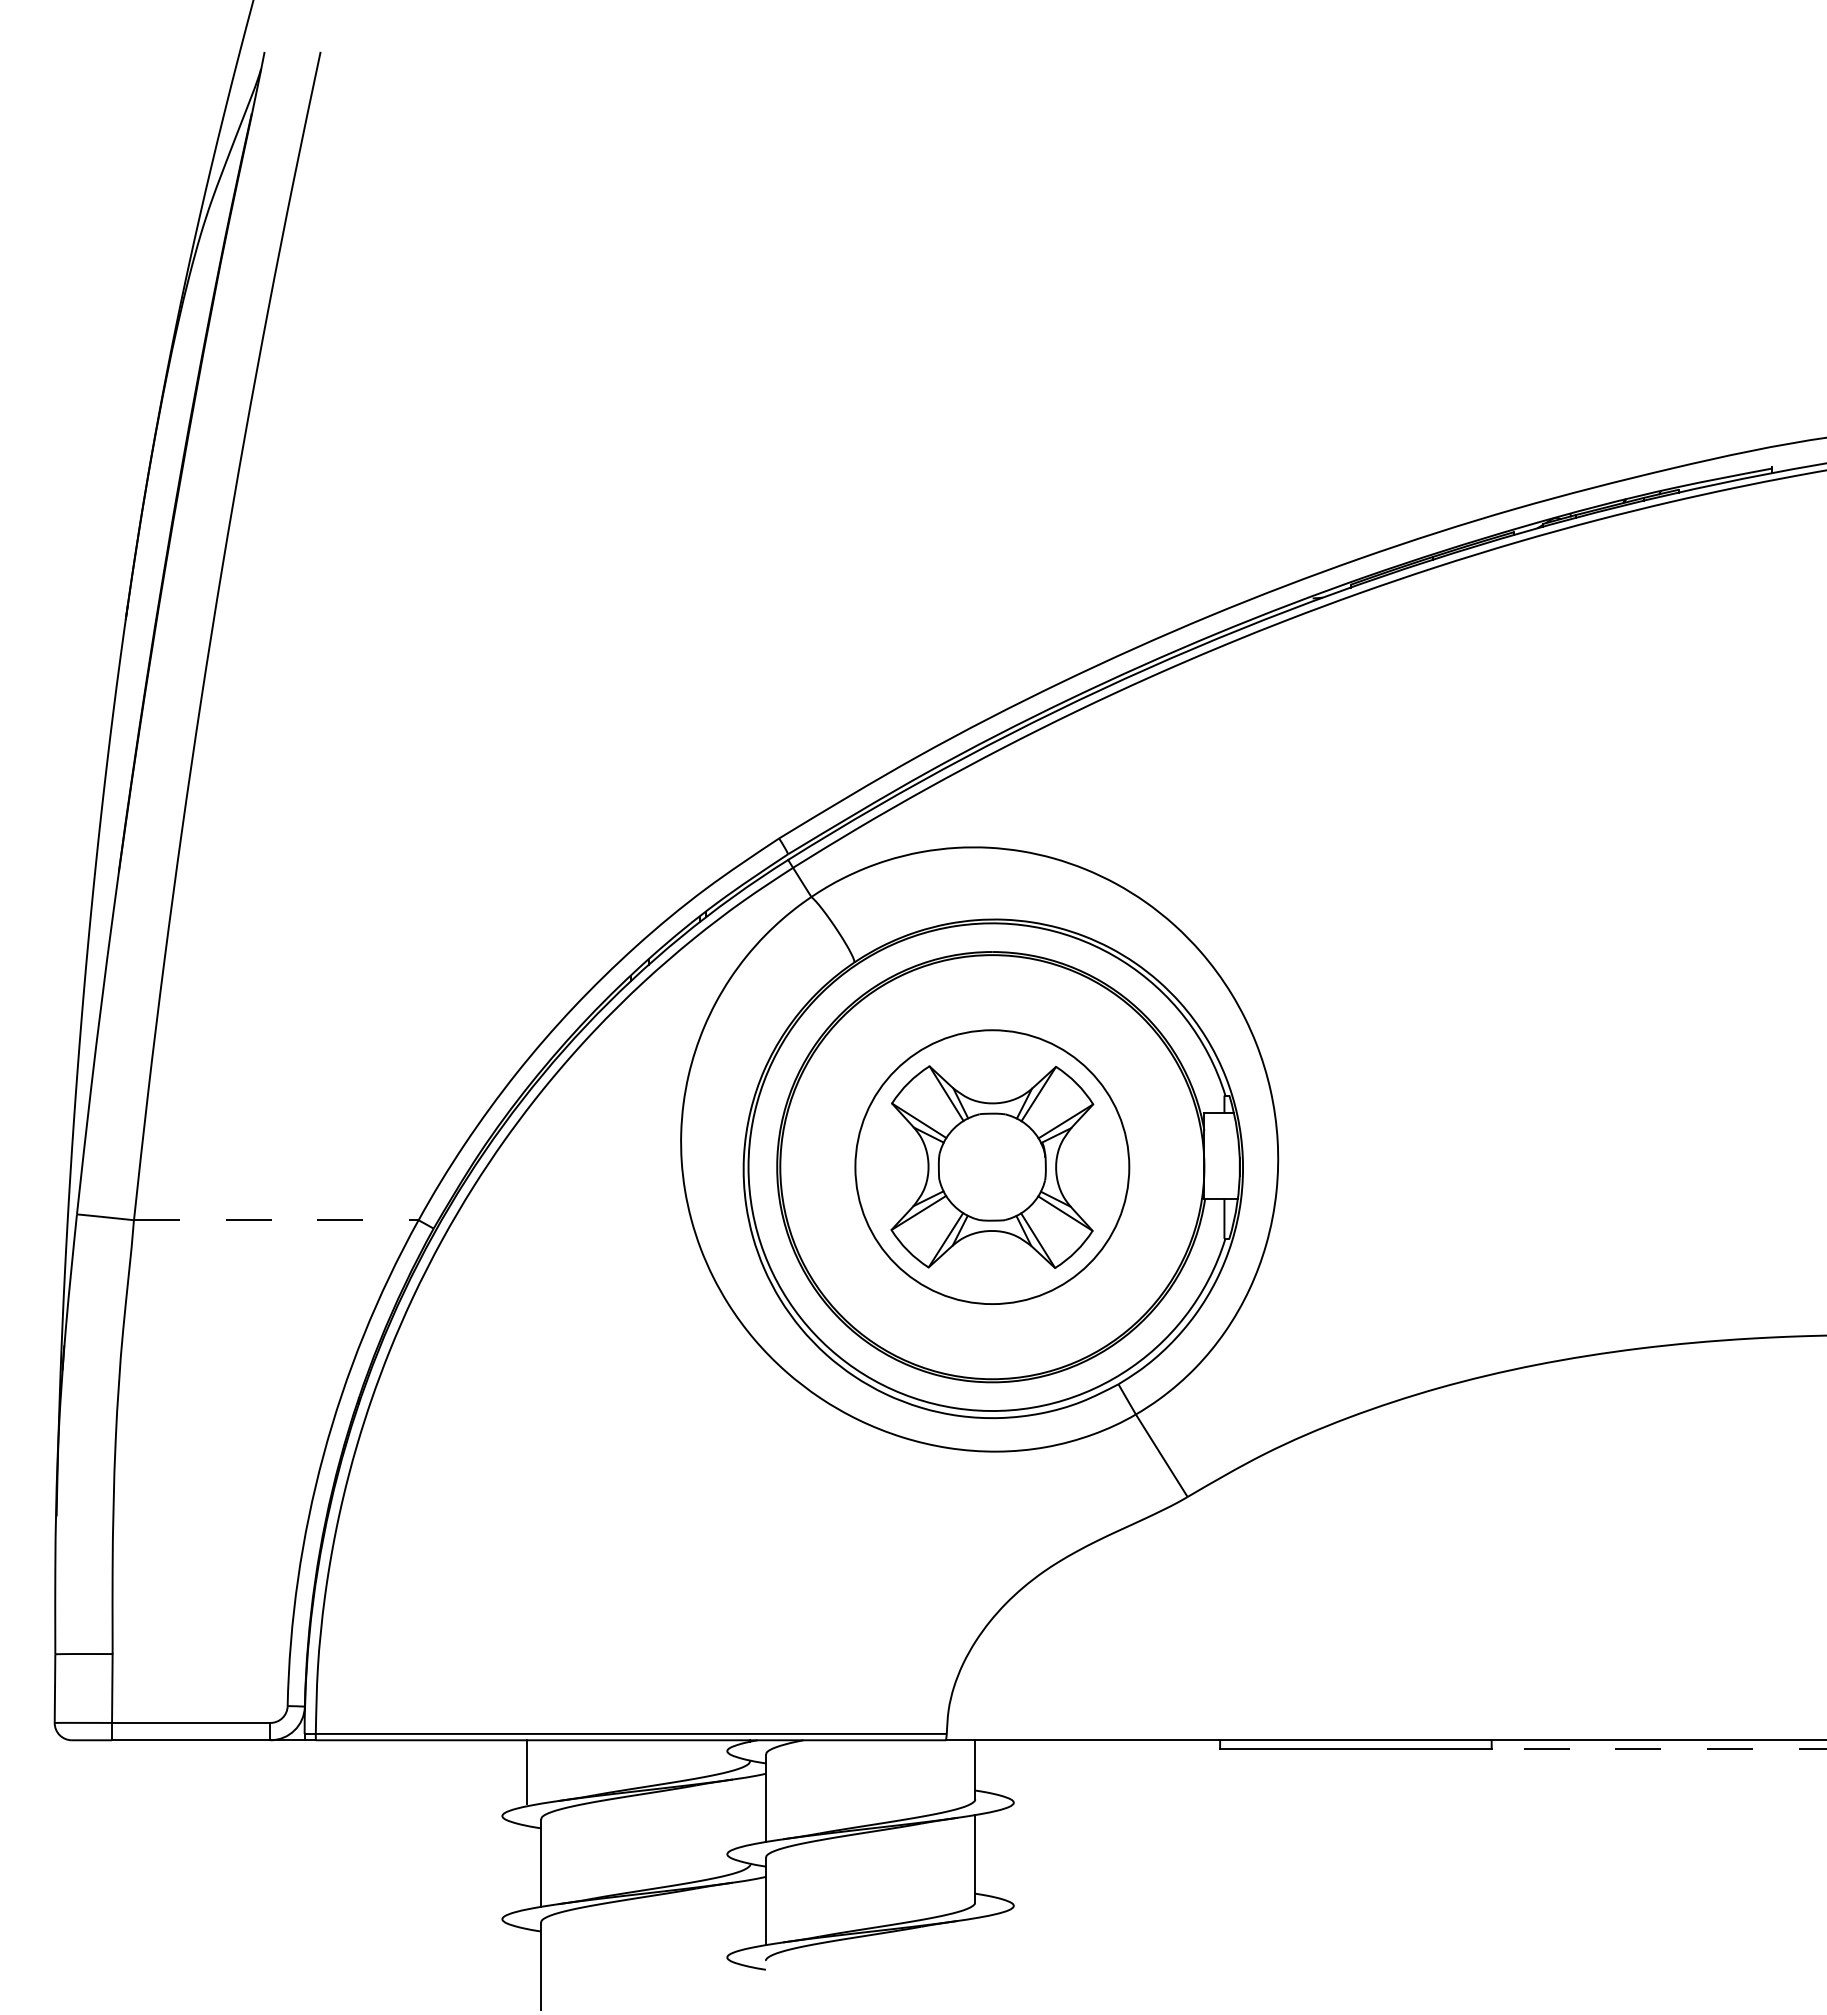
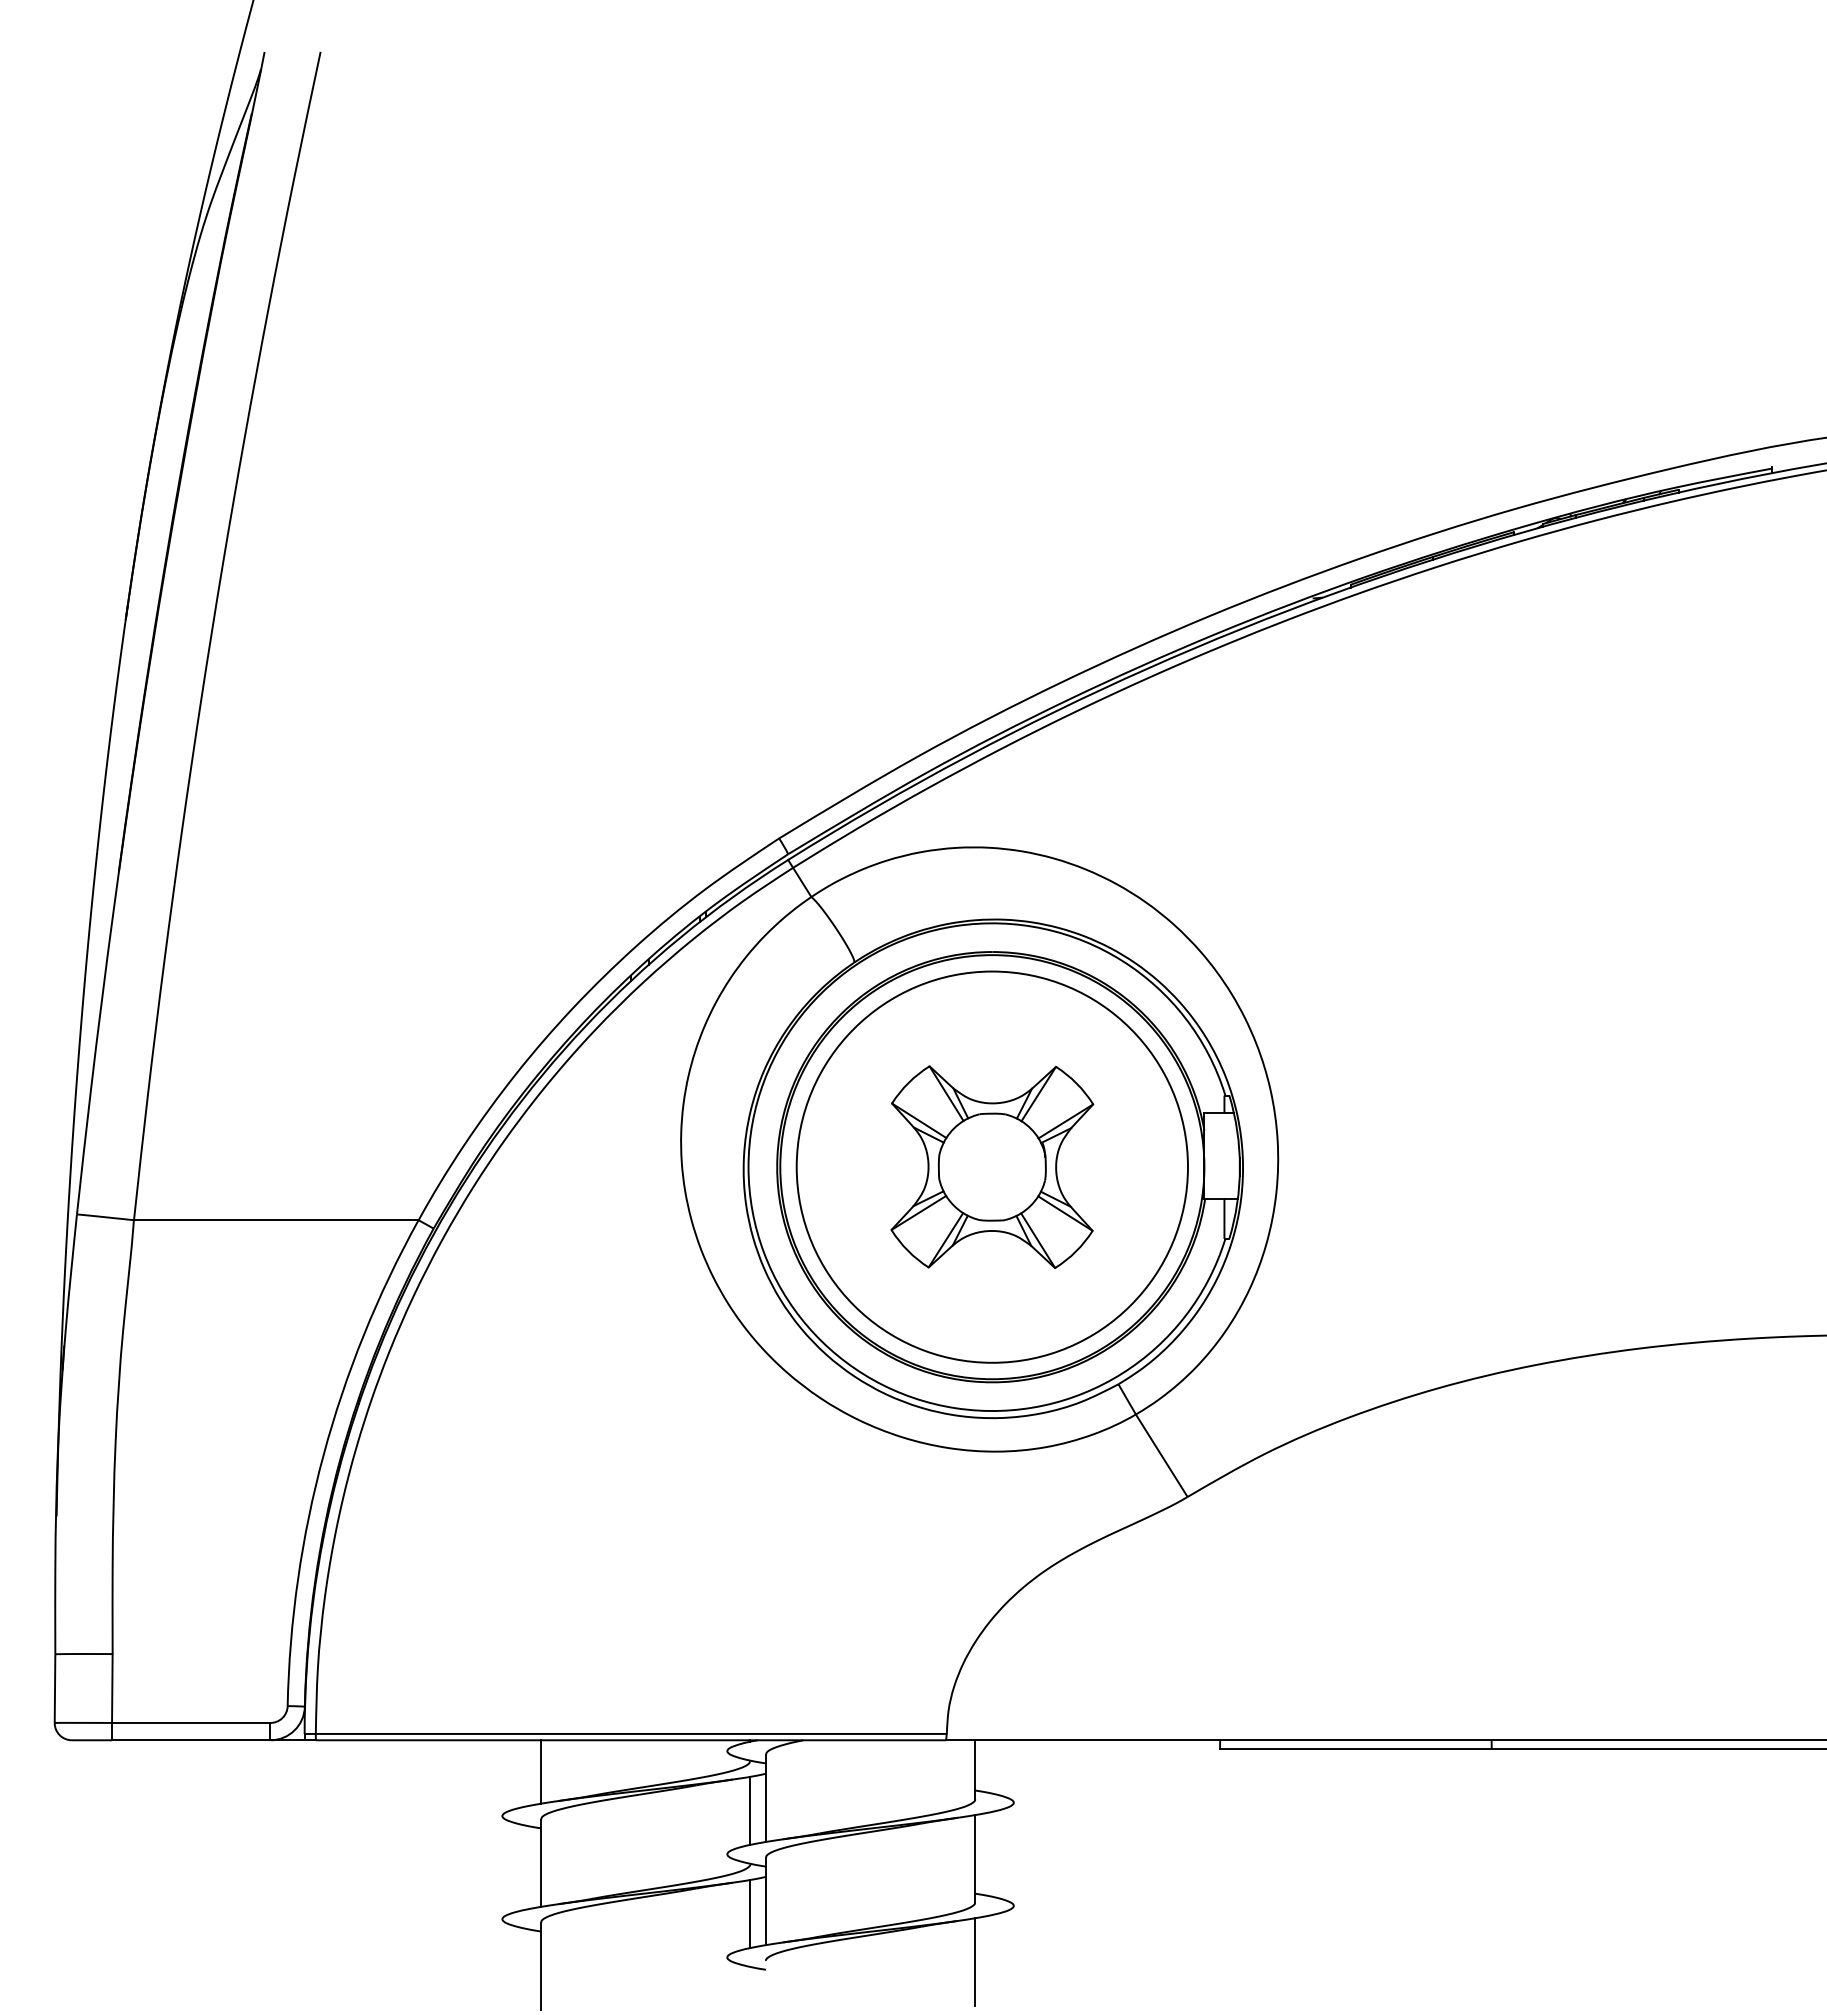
circle at (992, 1167) diameter: 274 px -> 391 px
line at (276, 1220): dashed -> solid
line at (1658, 1748): dashed -> solid
line at (527, 1771) position: (527, 1771) -> (541, 1771)
line at (750, 1810): none -> present
line at (750, 1913): none -> present
line at (975, 1961): none -> present
